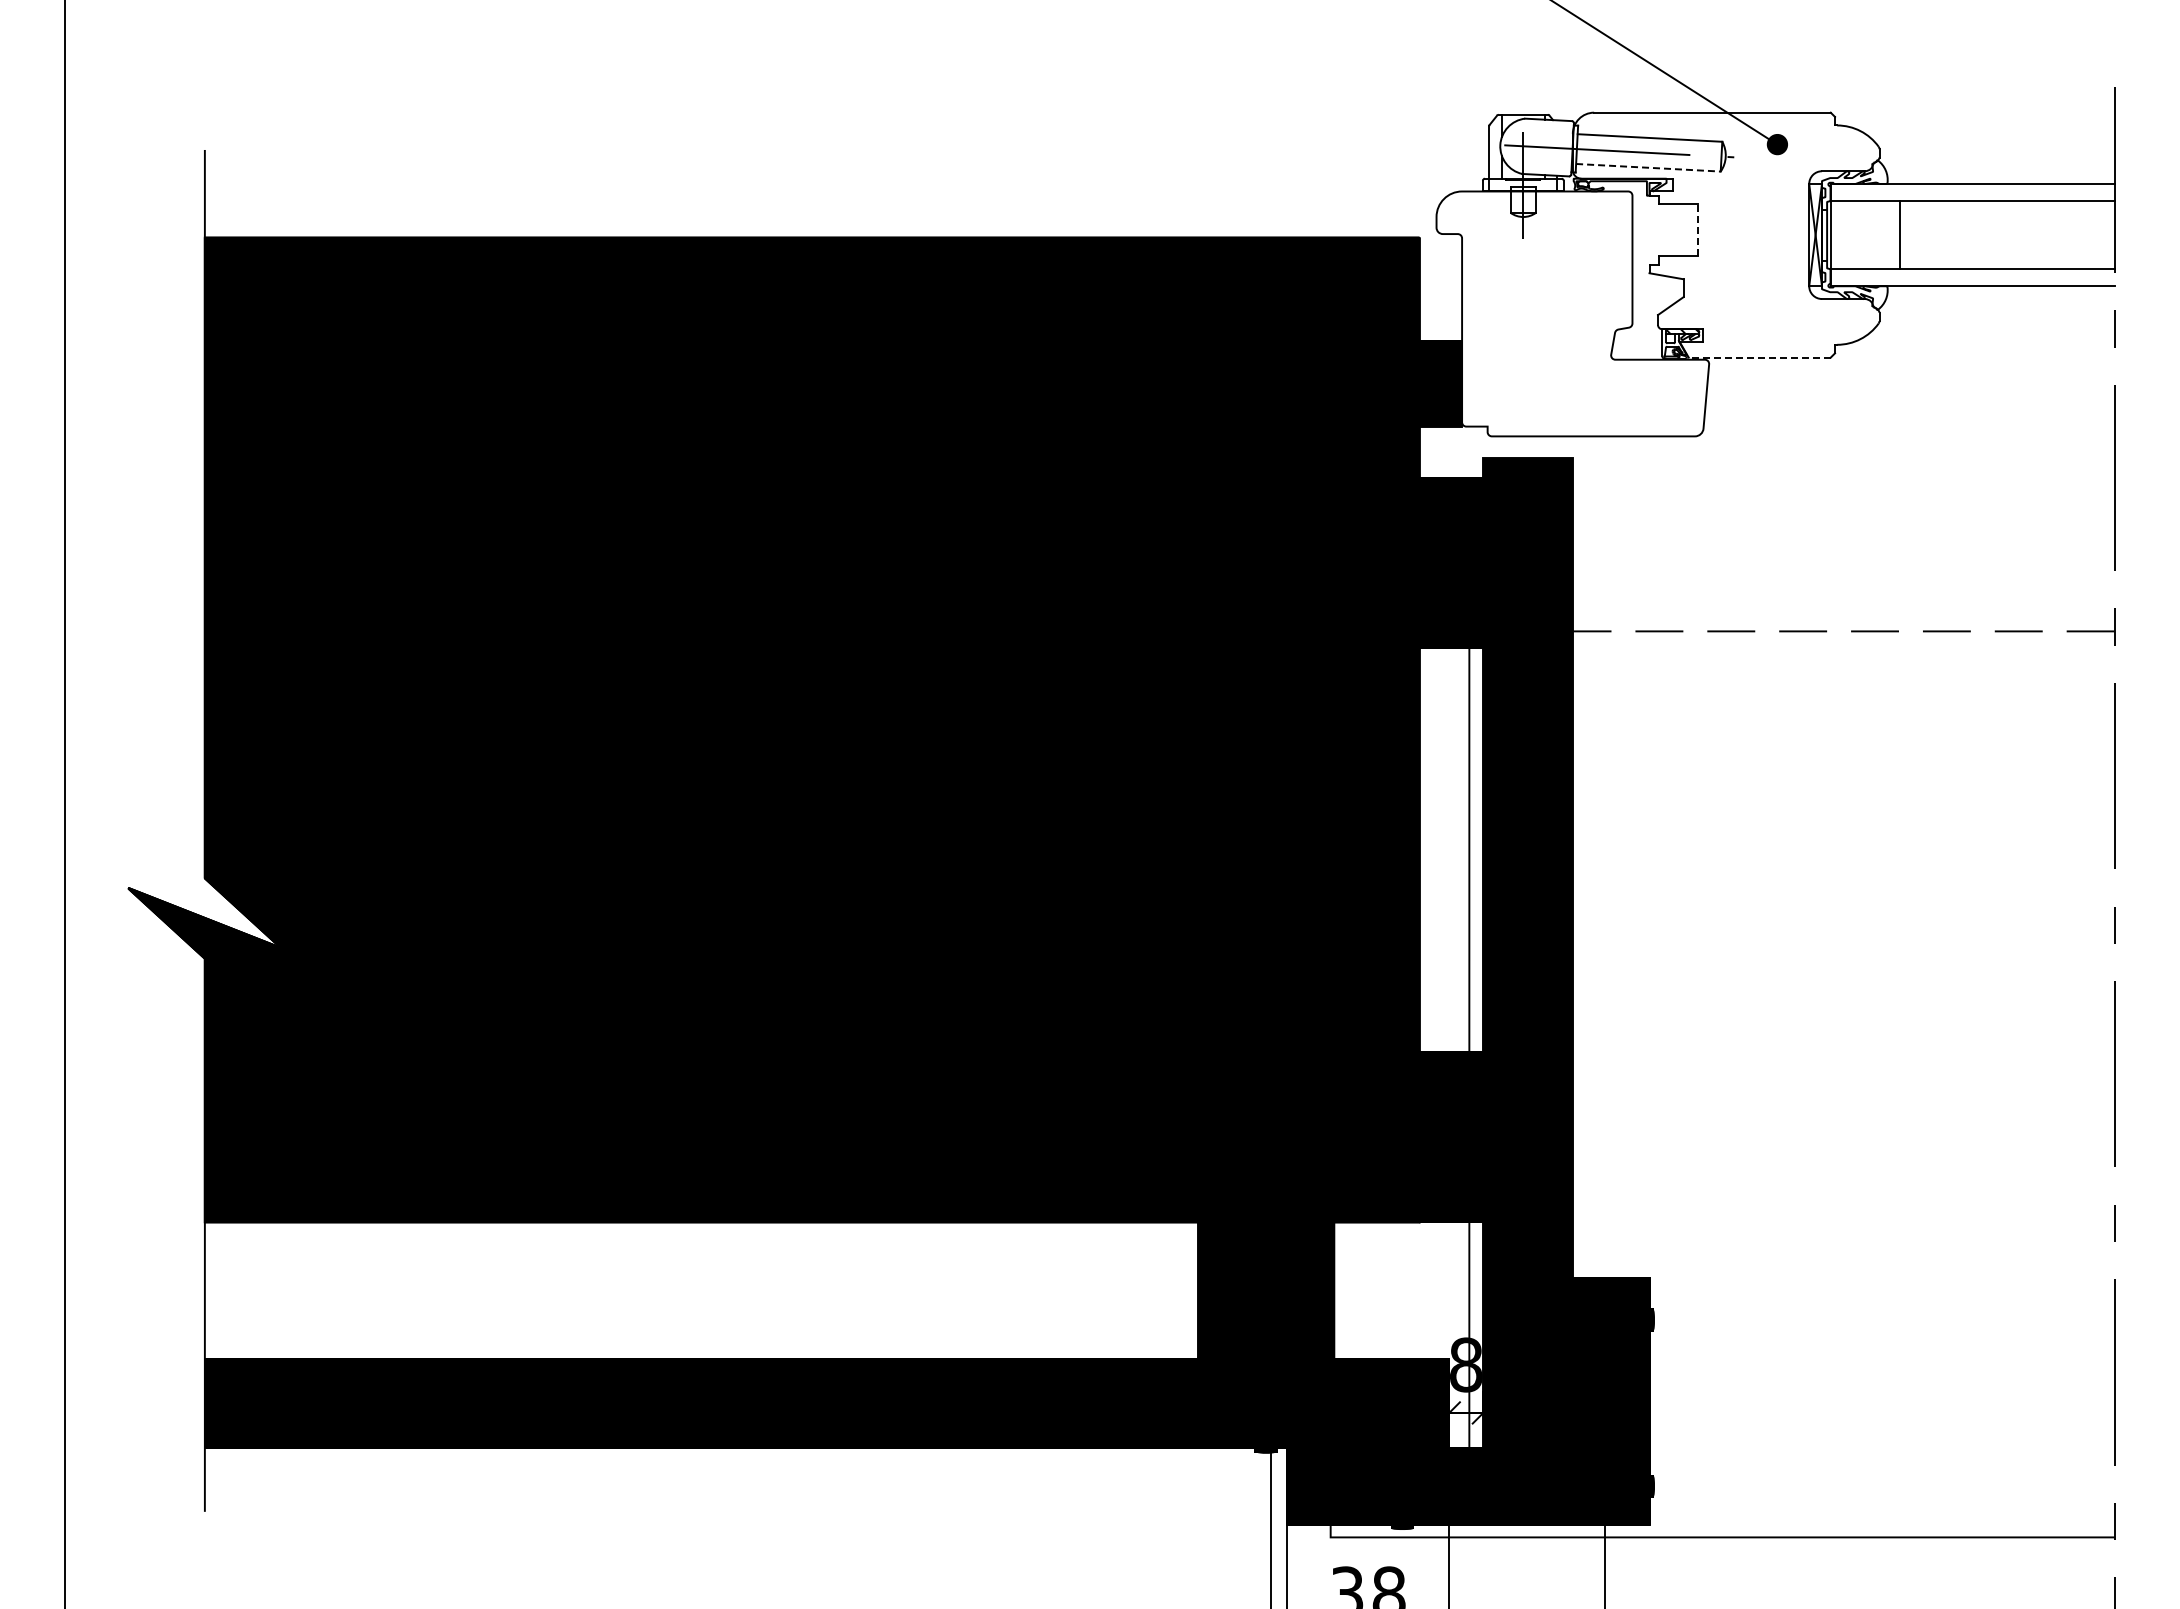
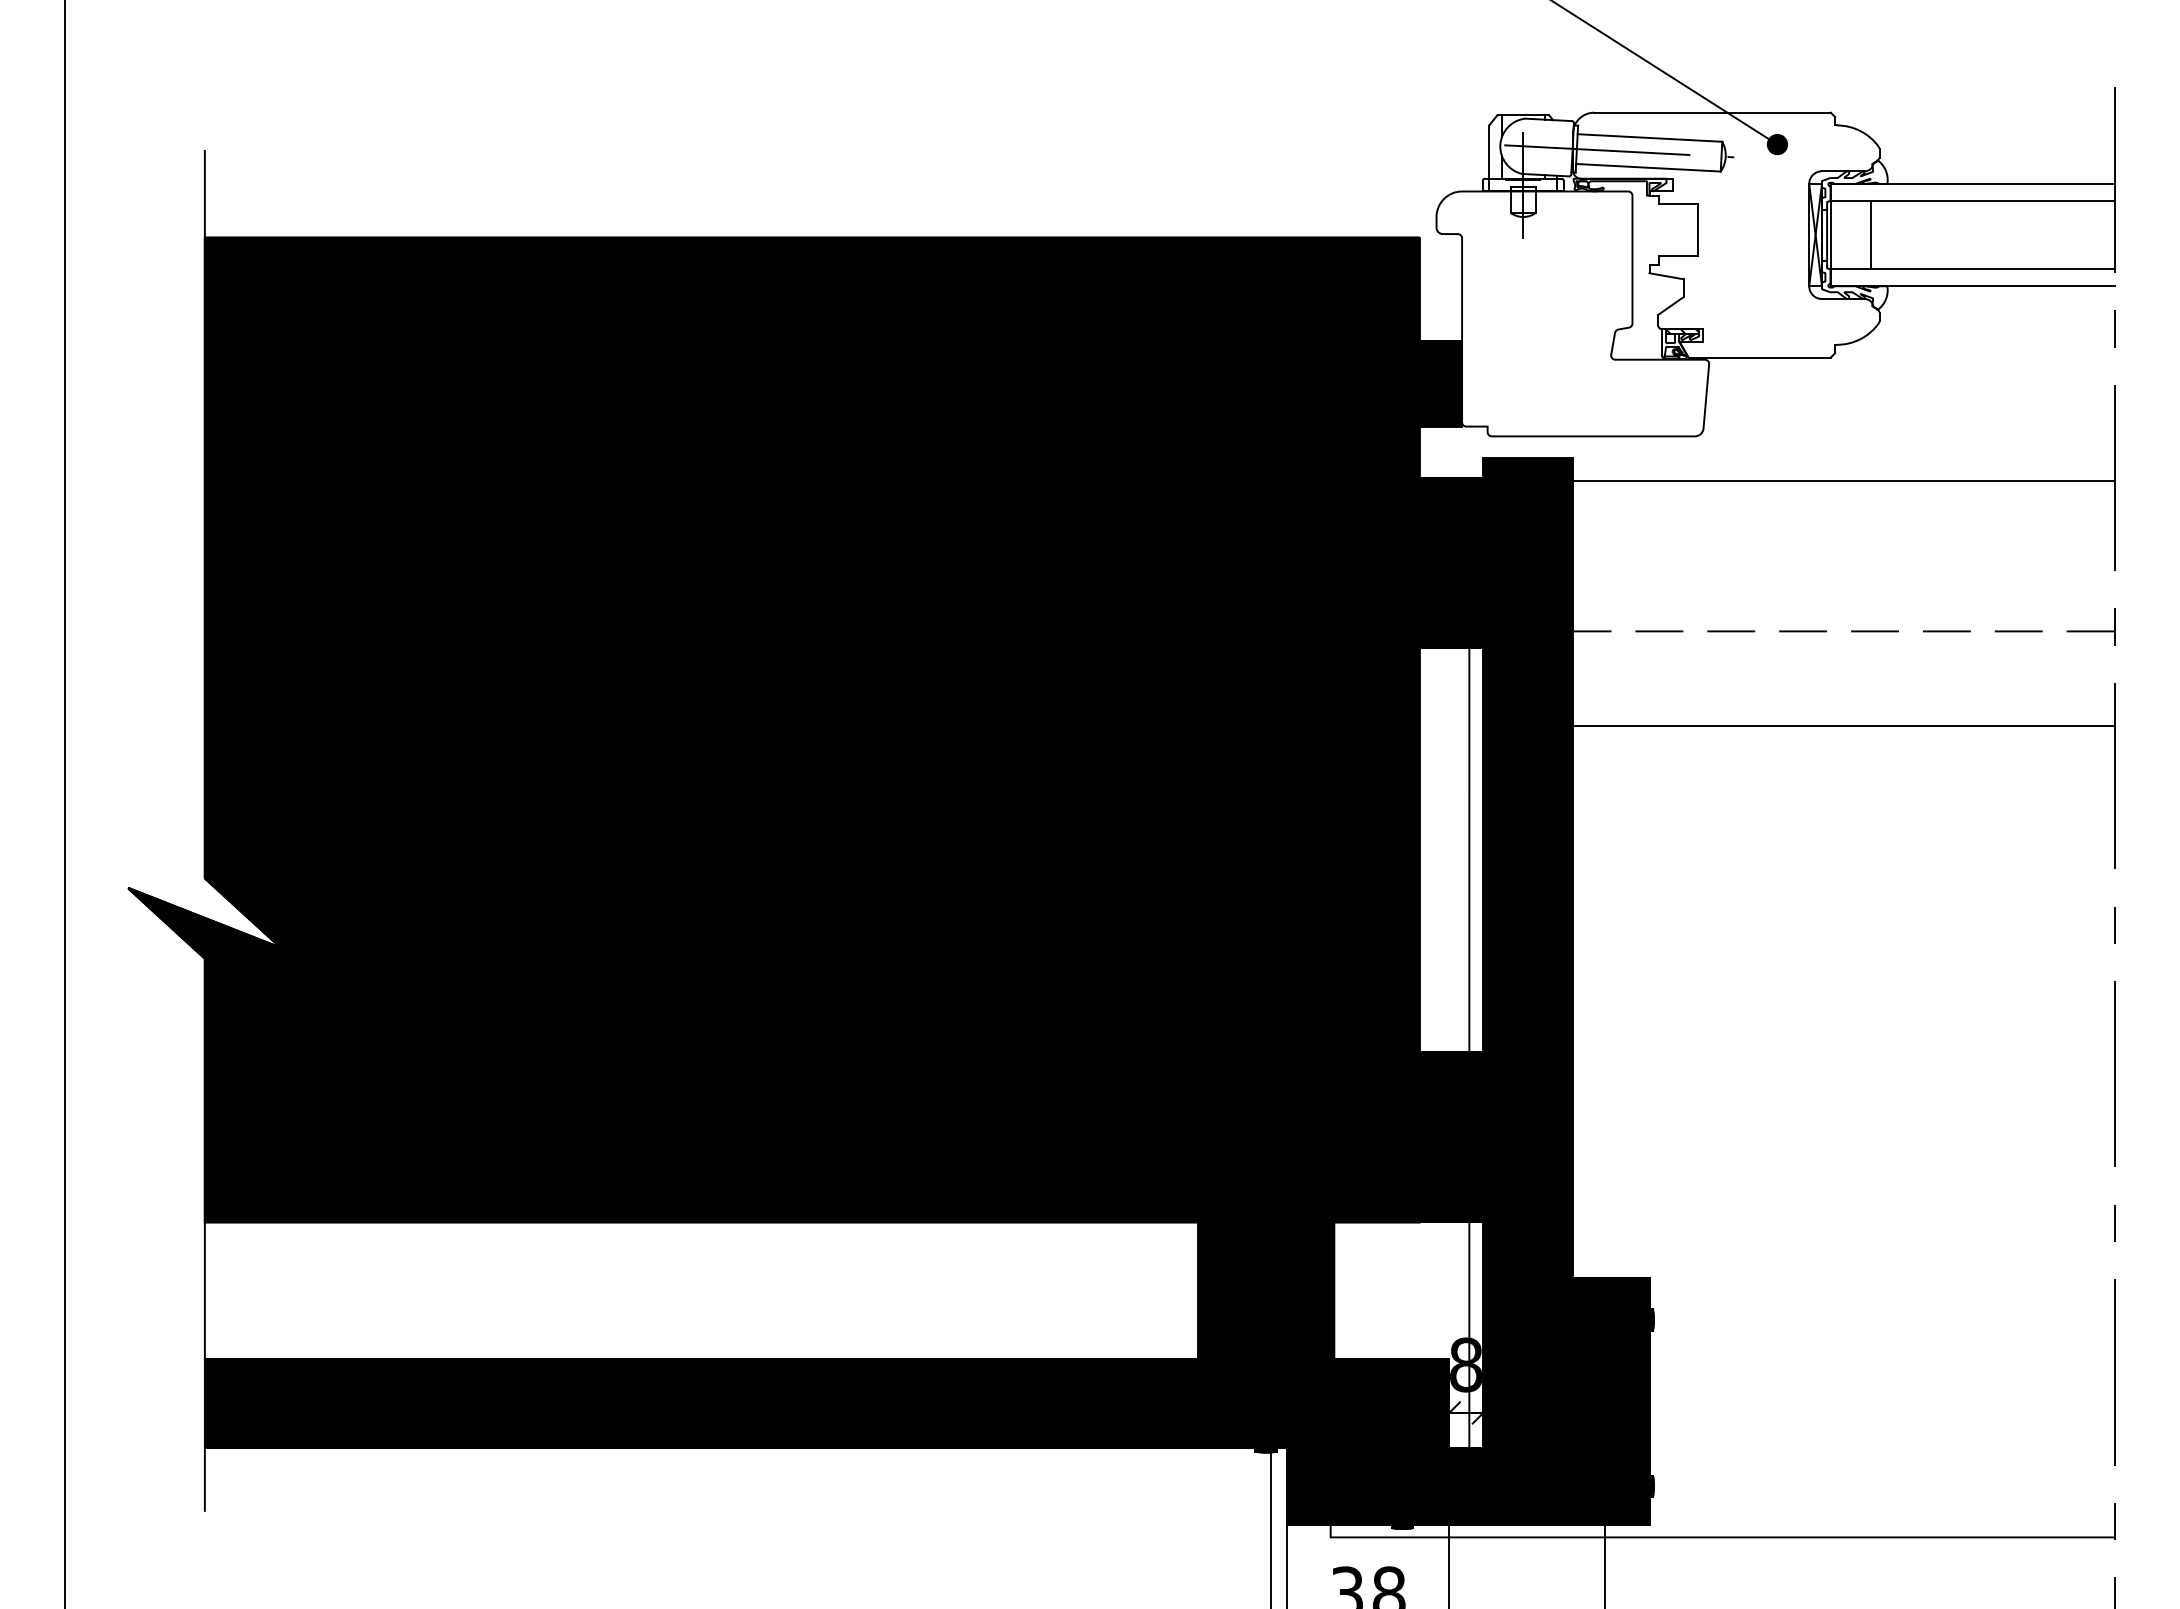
line at (1648, 167): dashed -> solid
line at (1698, 230): dashed -> solid
line at (1899, 235) position: (1899, 235) -> (1870, 235)
line at (1759, 357): dashed -> solid
line at (1843, 480): none -> present
line at (1843, 726): none -> present
